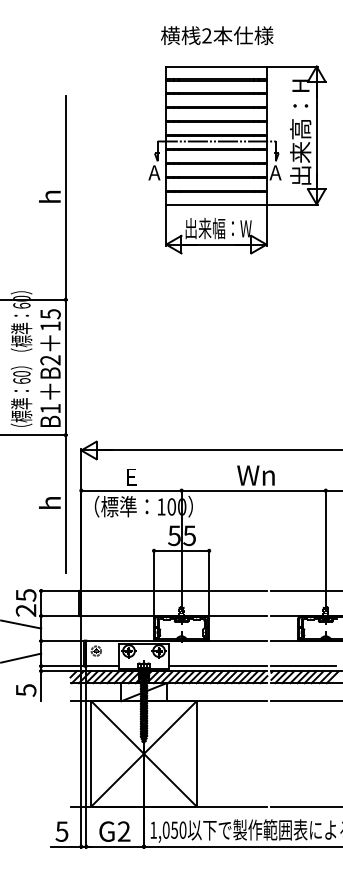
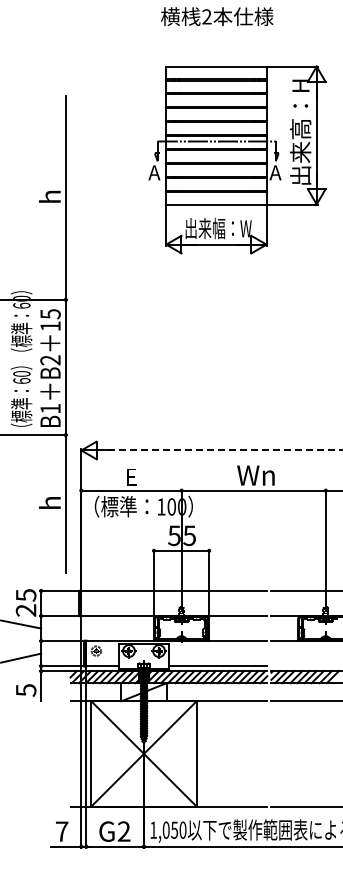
text at (217, 35) position: (217, 35) -> (217, 16)
line at (220, 450): solid -> dashed
line at (303, 666): present -> none
text at (61, 831): 5 -> 7
